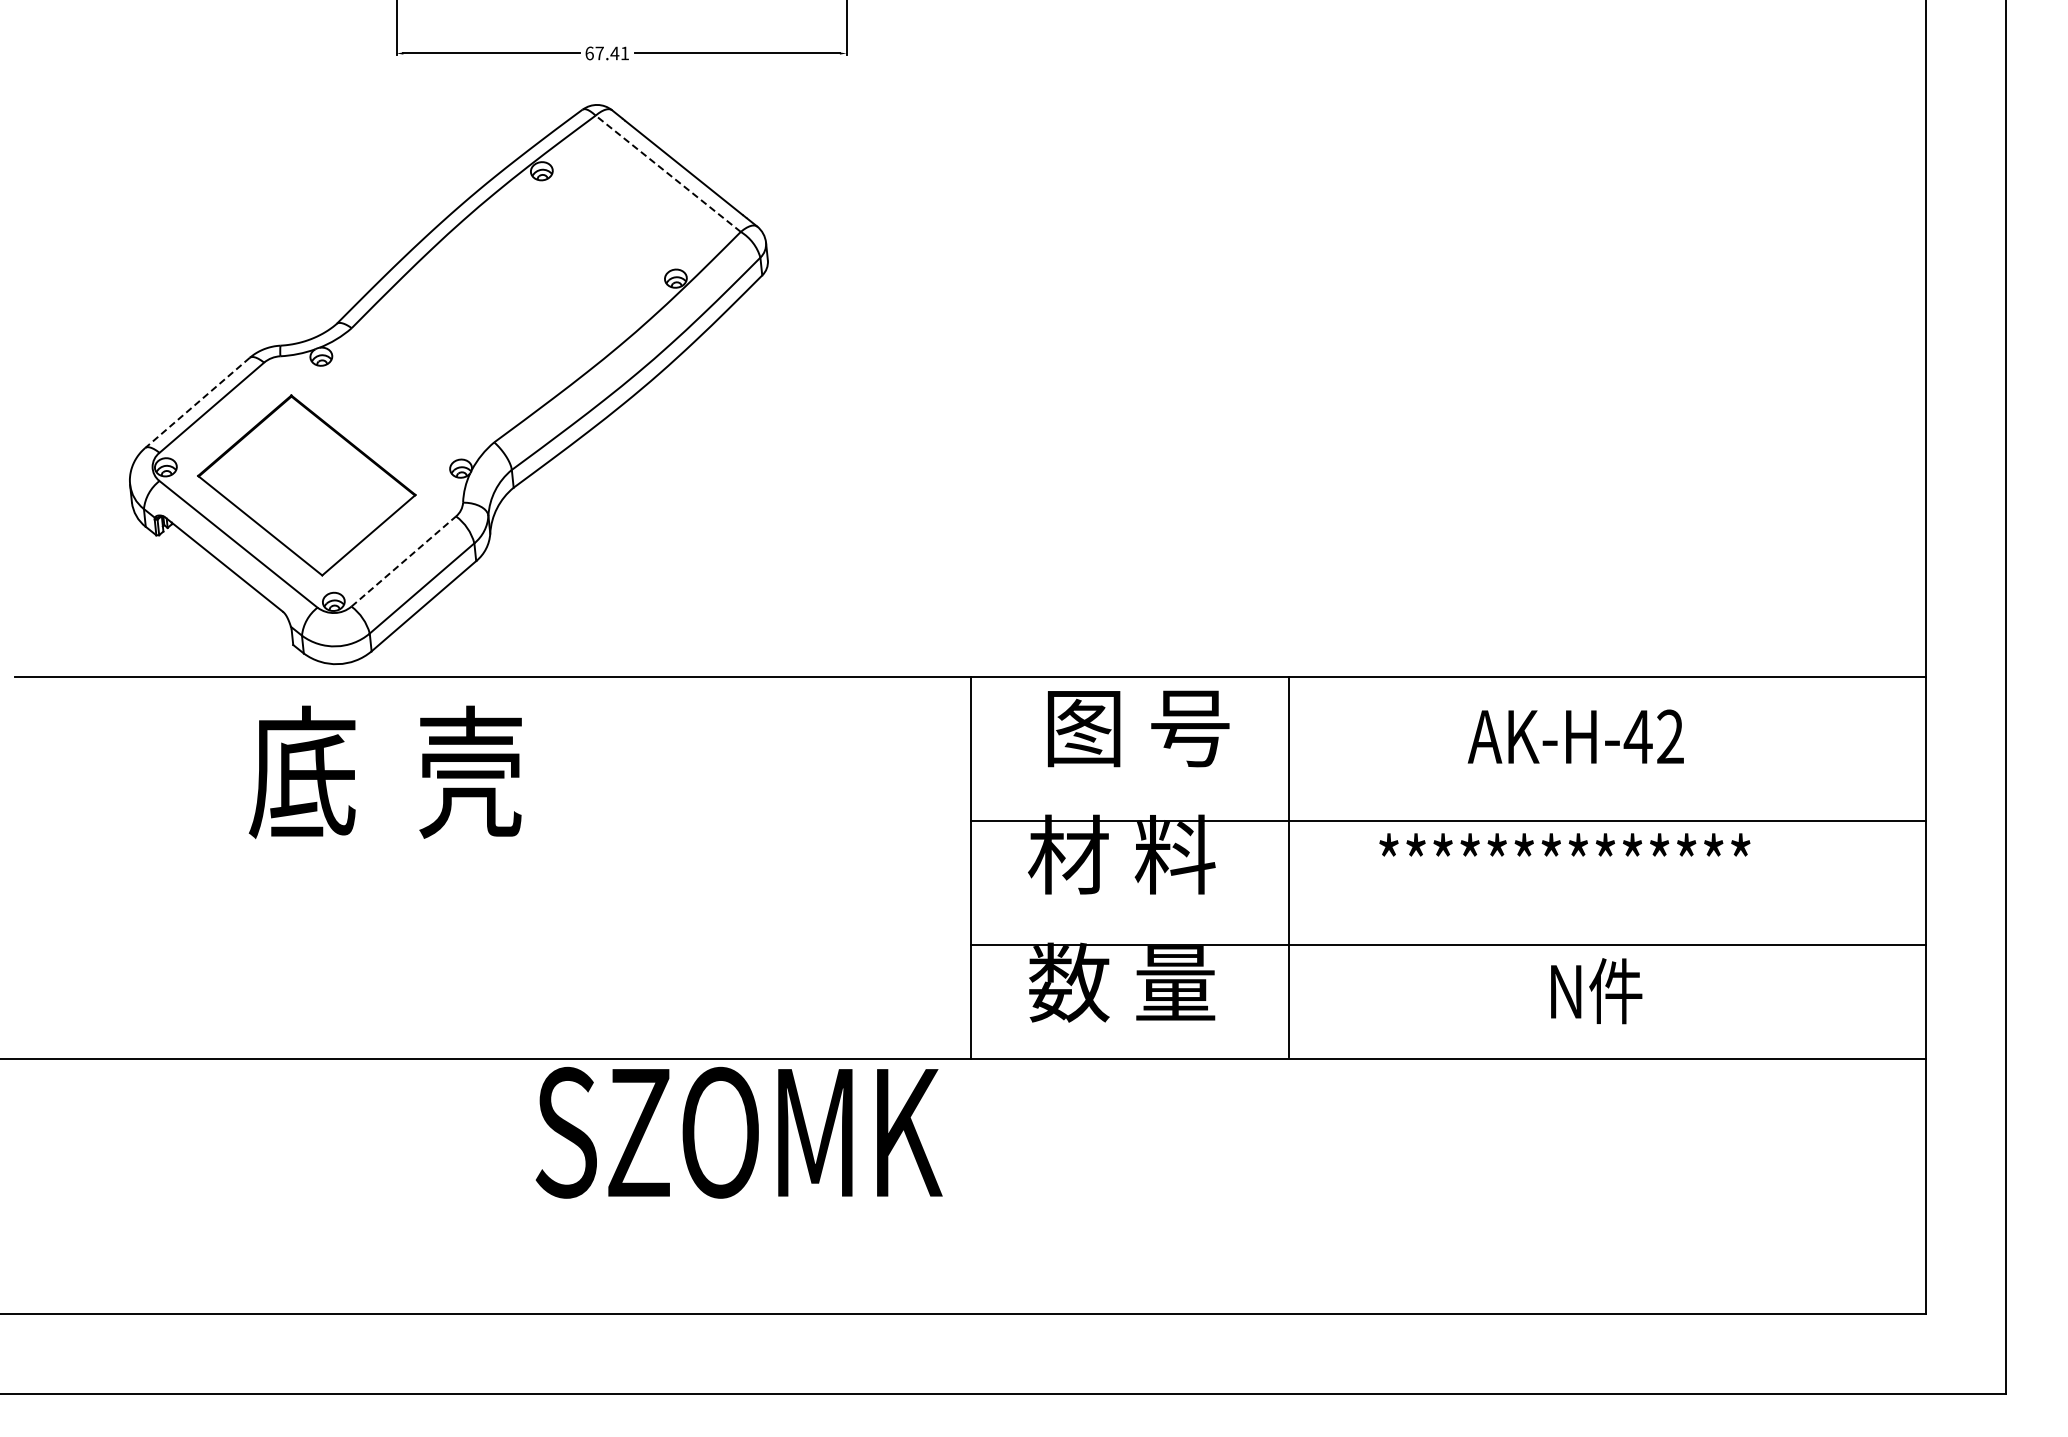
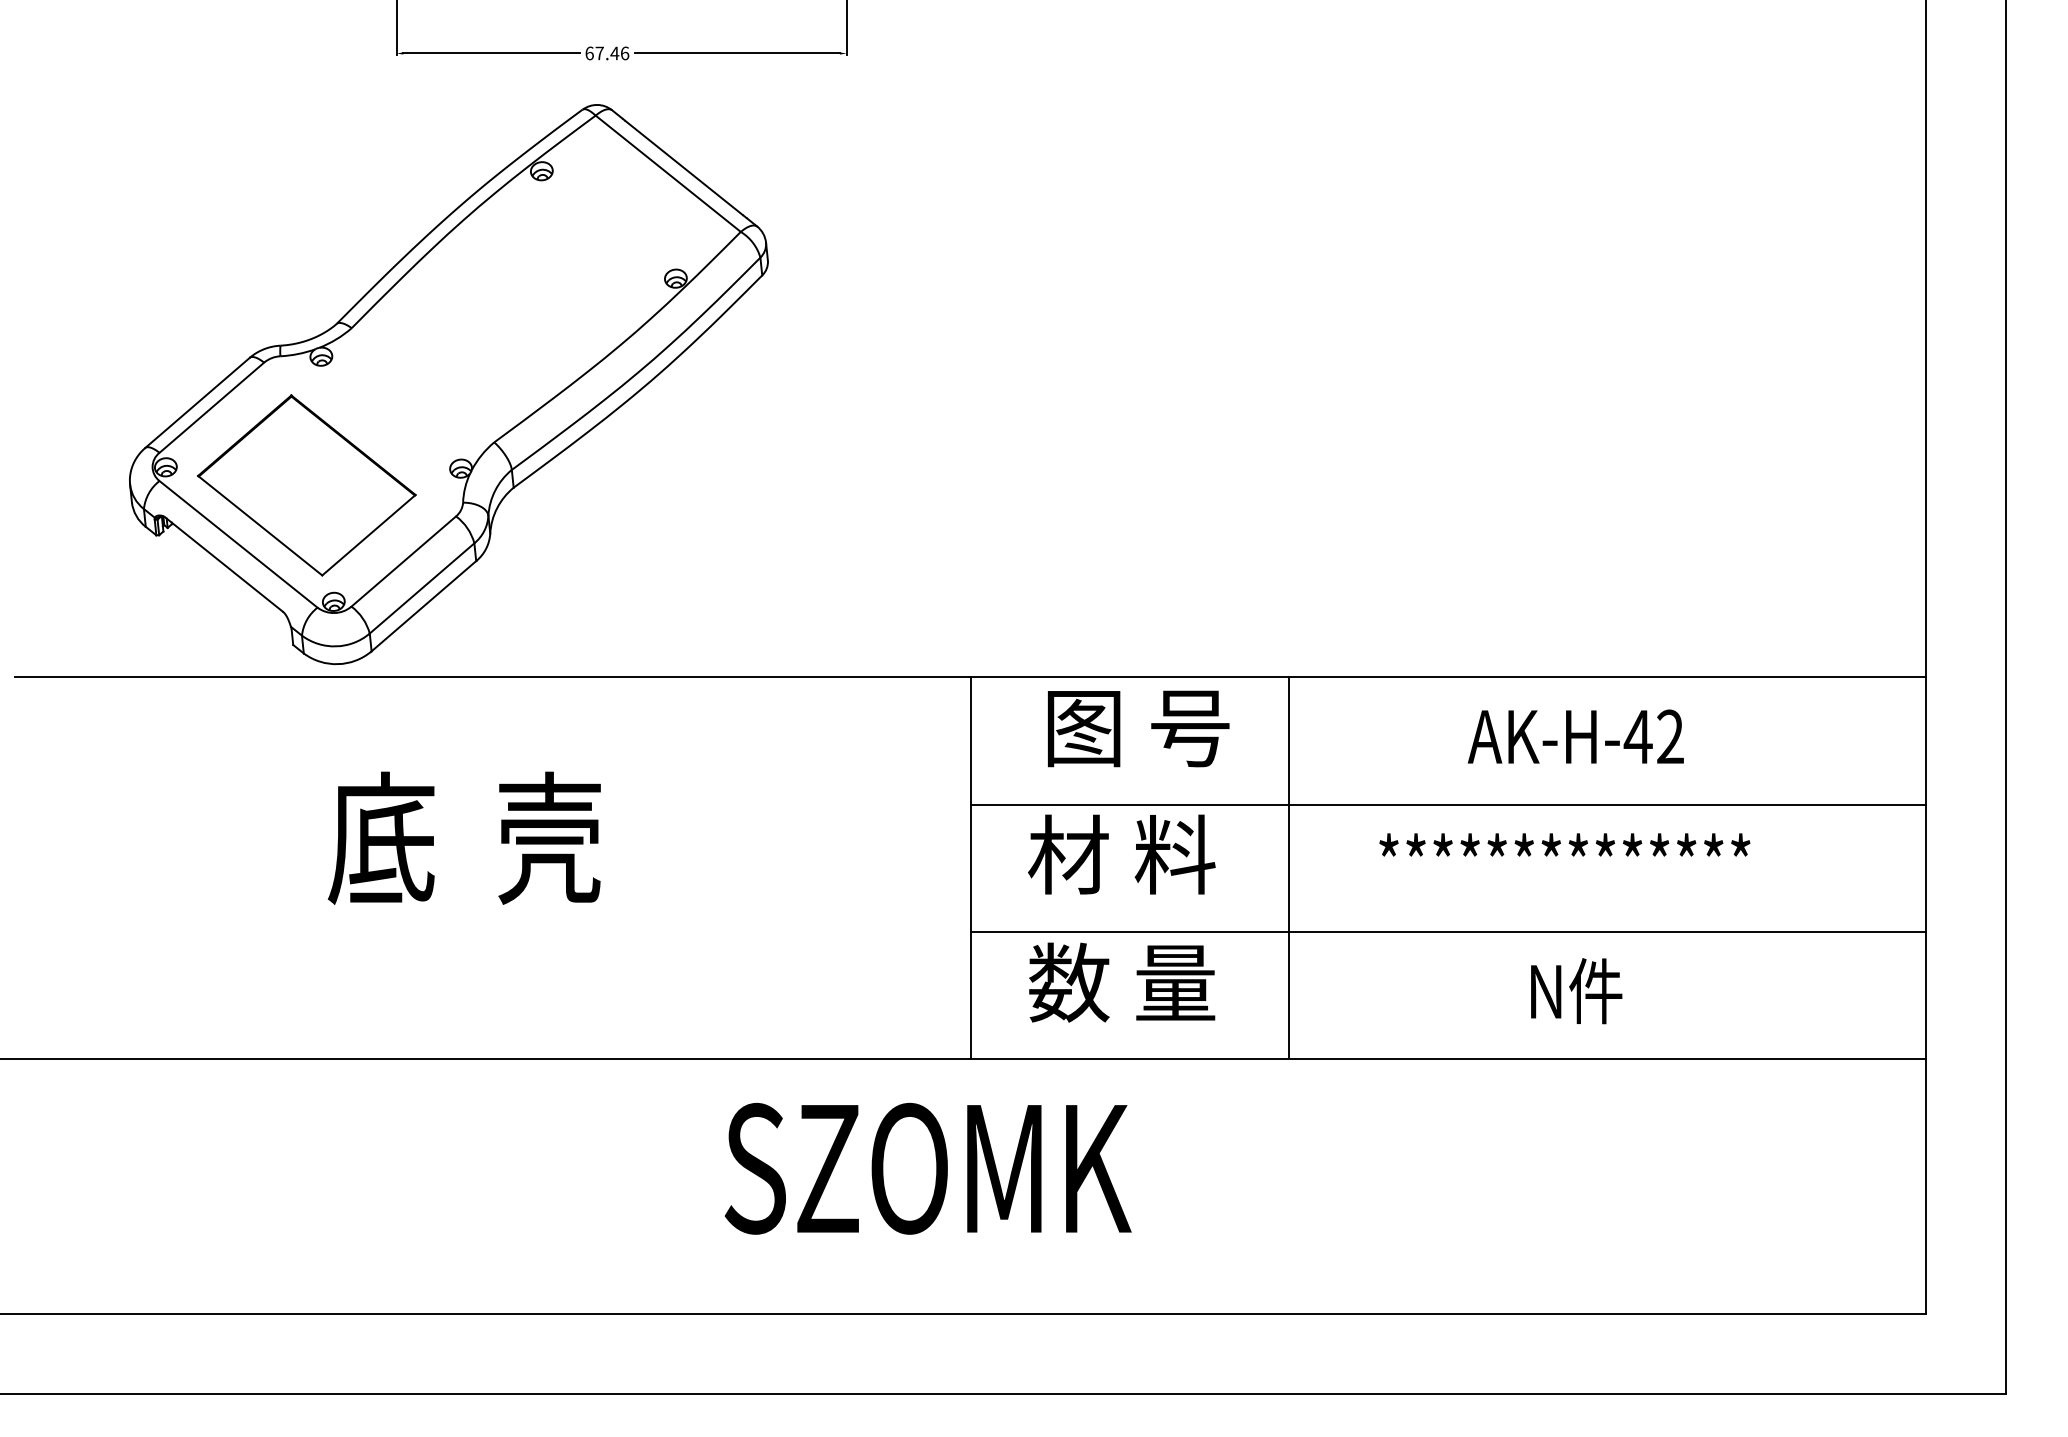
text at (625, 53): 67.41 -> 67.46
line at (668, 173): dashed -> solid
line at (197, 403): dashed -> solid
line at (404, 561): dashed -> solid
text at (384, 771) position: (384, 771) -> (463, 837)
line at (1448, 820) position: (1448, 820) -> (1448, 804)
line at (1448, 945) position: (1448, 945) -> (1448, 932)
text at (1596, 991) position: (1596, 991) -> (1576, 991)
text at (738, 1132) position: (738, 1132) -> (927, 1168)
